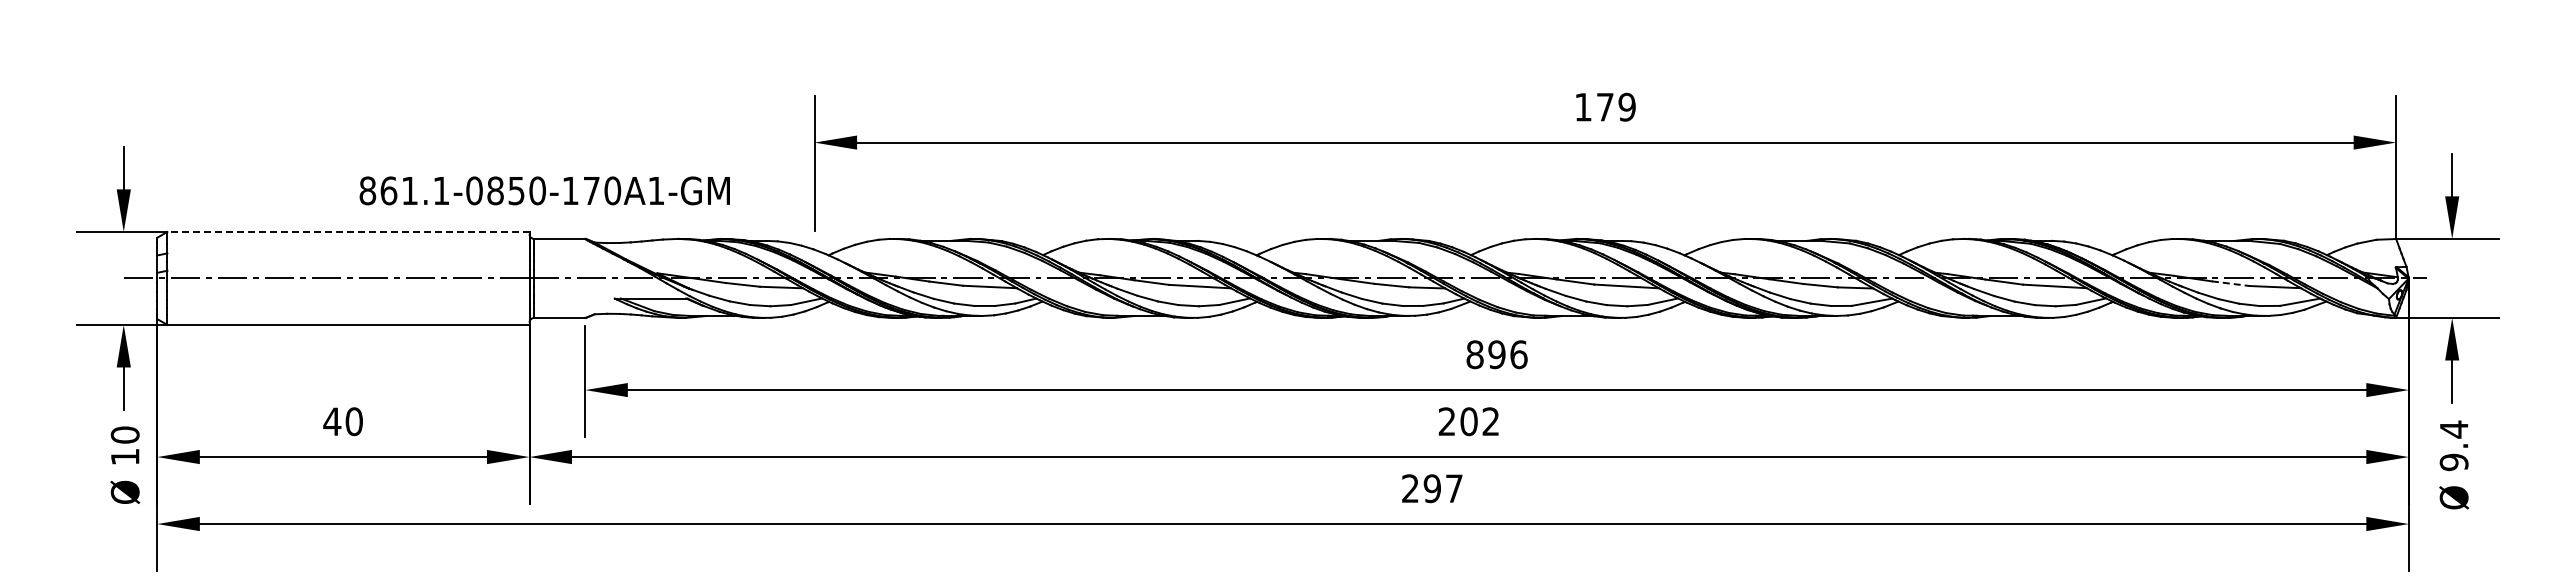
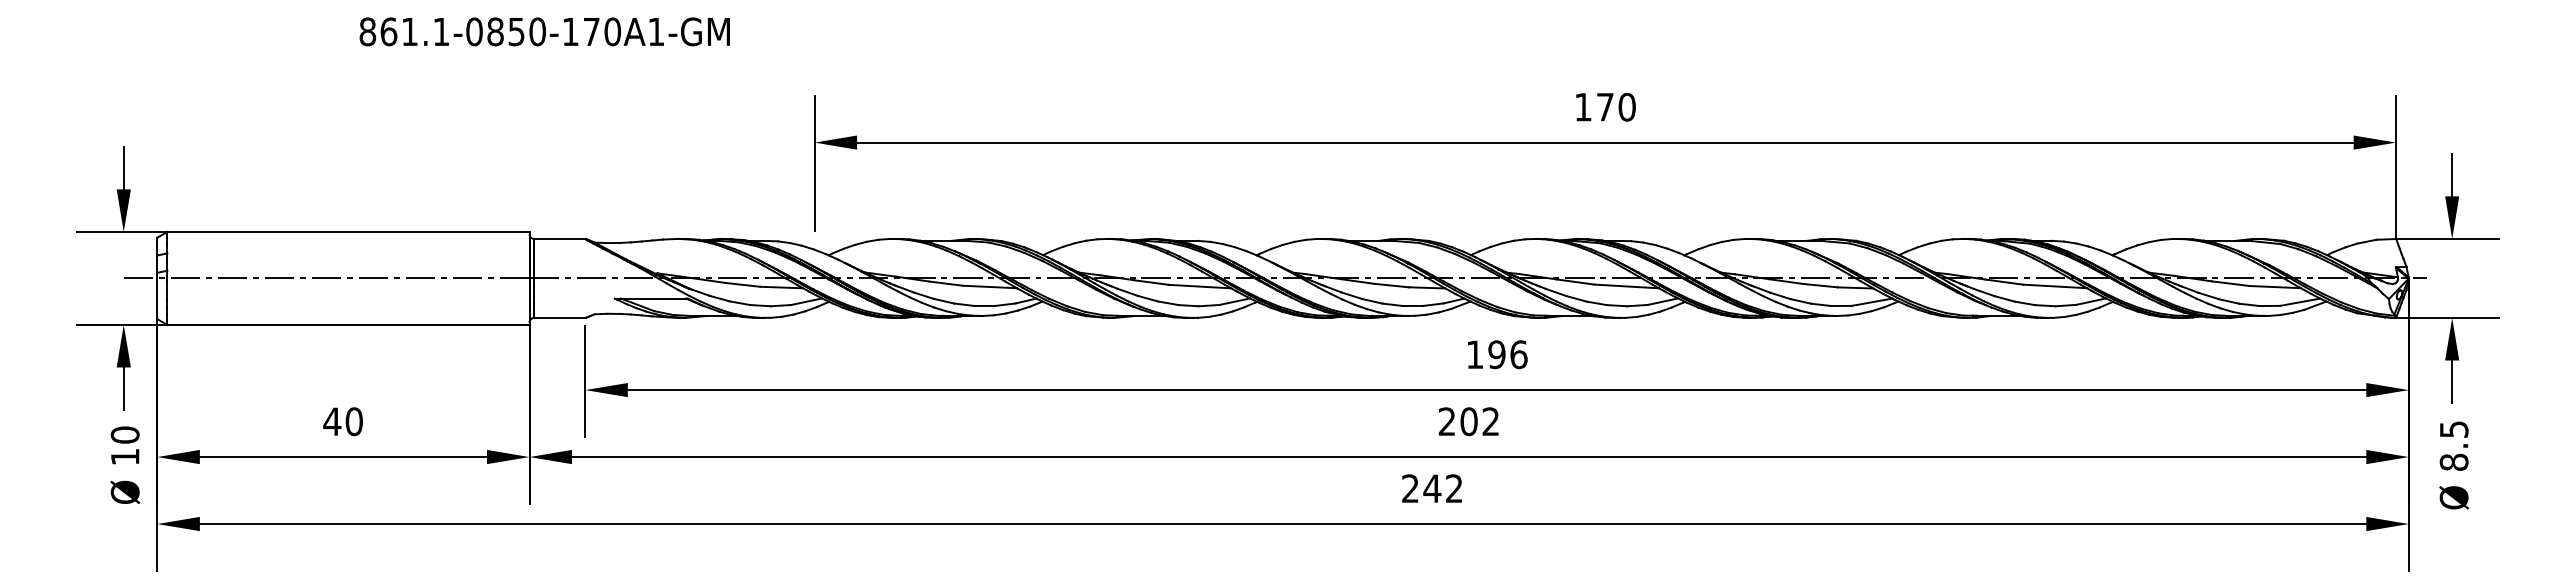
text at (1626, 107): 179 -> 170
text at (544, 190) position: (544, 190) -> (544, 31)
line at (347, 231): dashed -> solid
line at (2231, 283): dashed -> solid
text at (1474, 354): 896 -> 196
text at (2453, 445): 9.4 -> 8.5
text at (1442, 488): 297 -> 242
